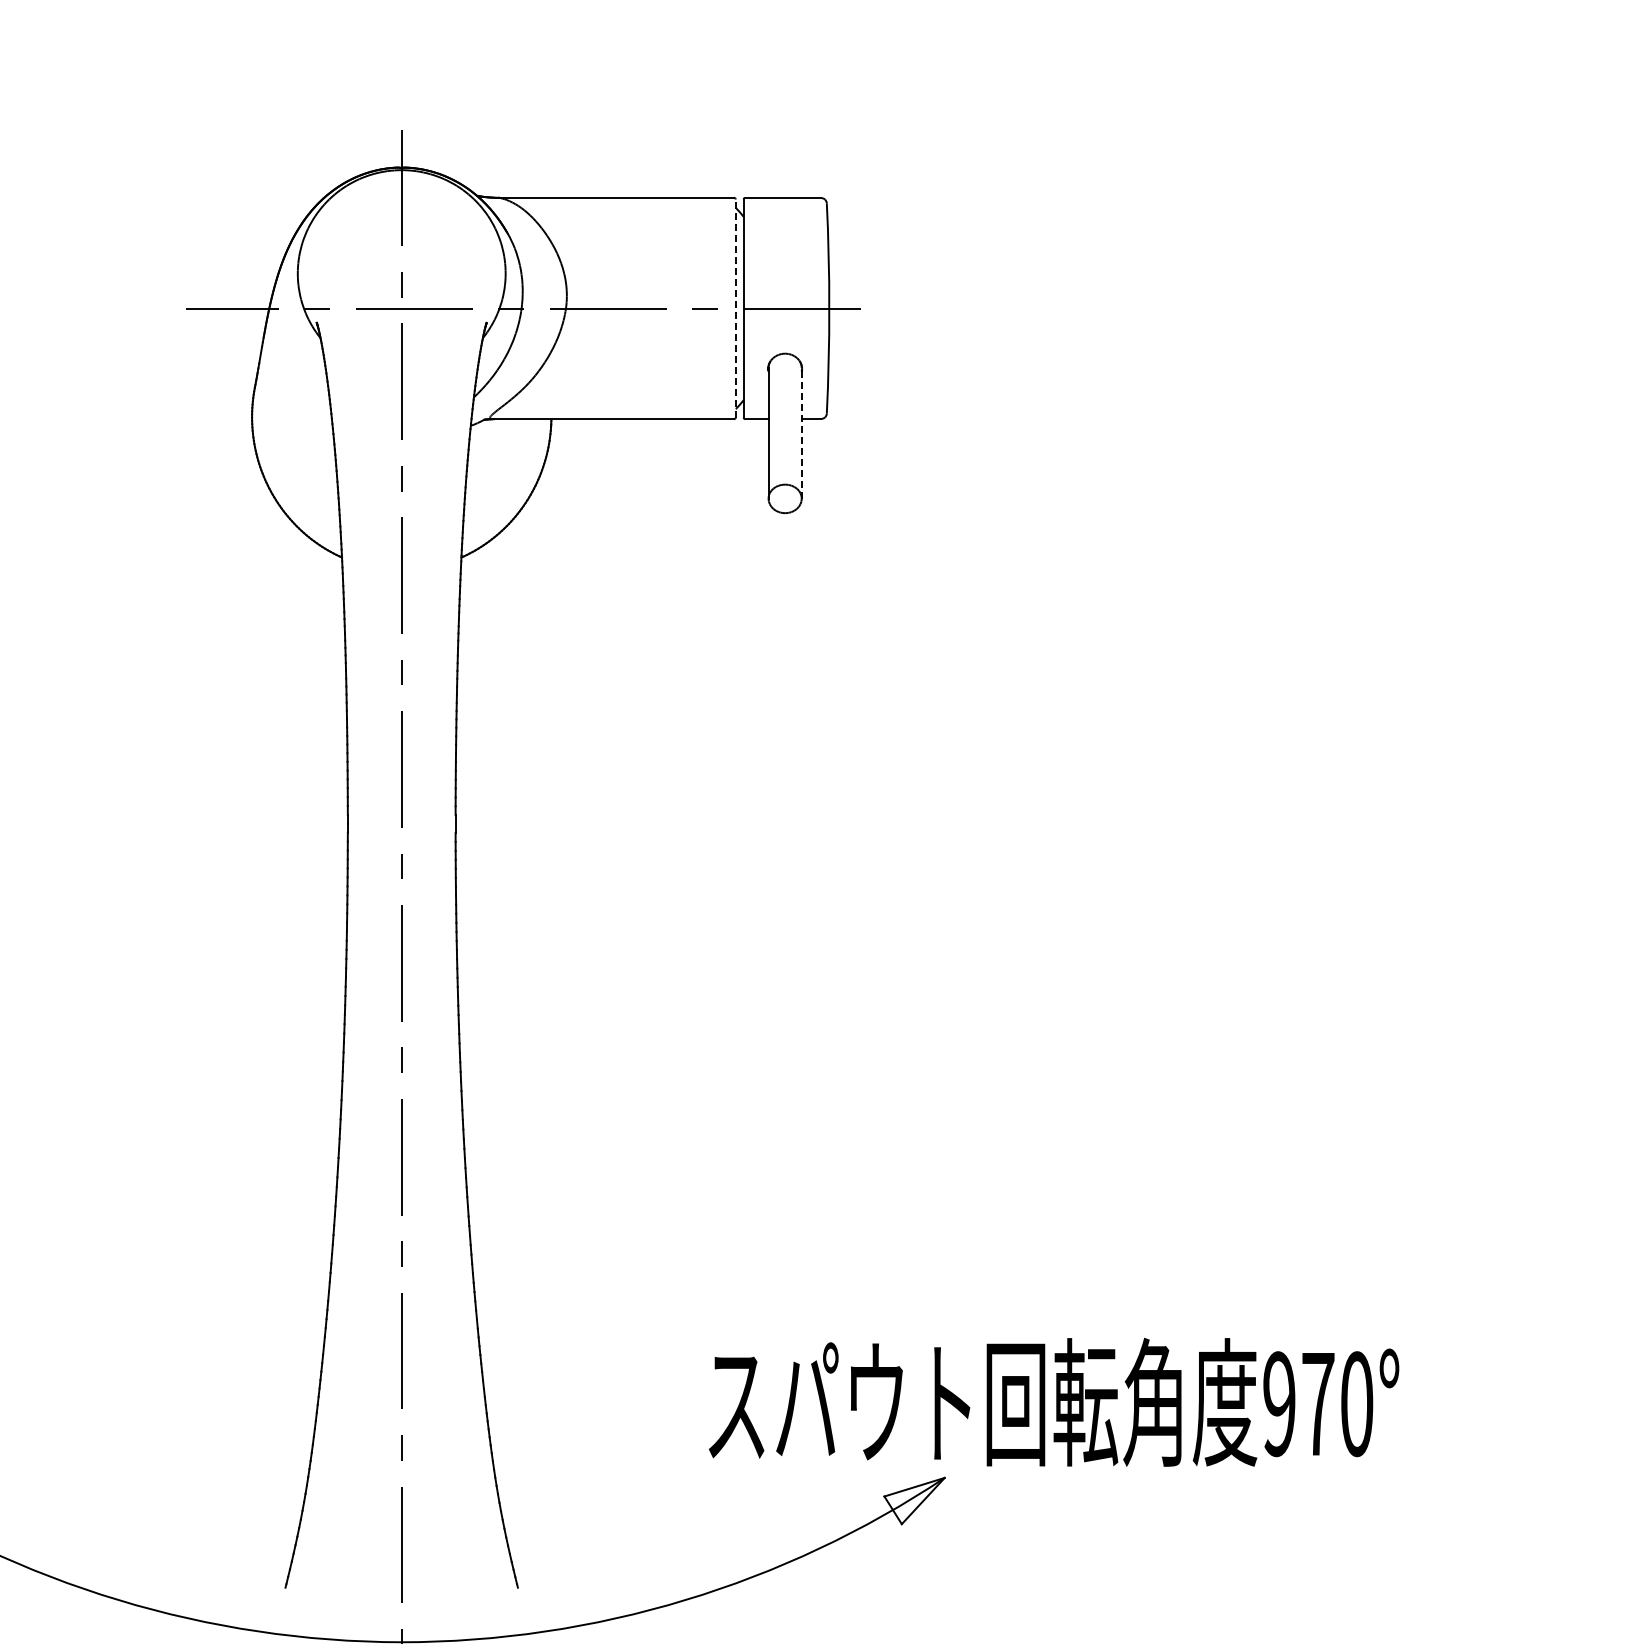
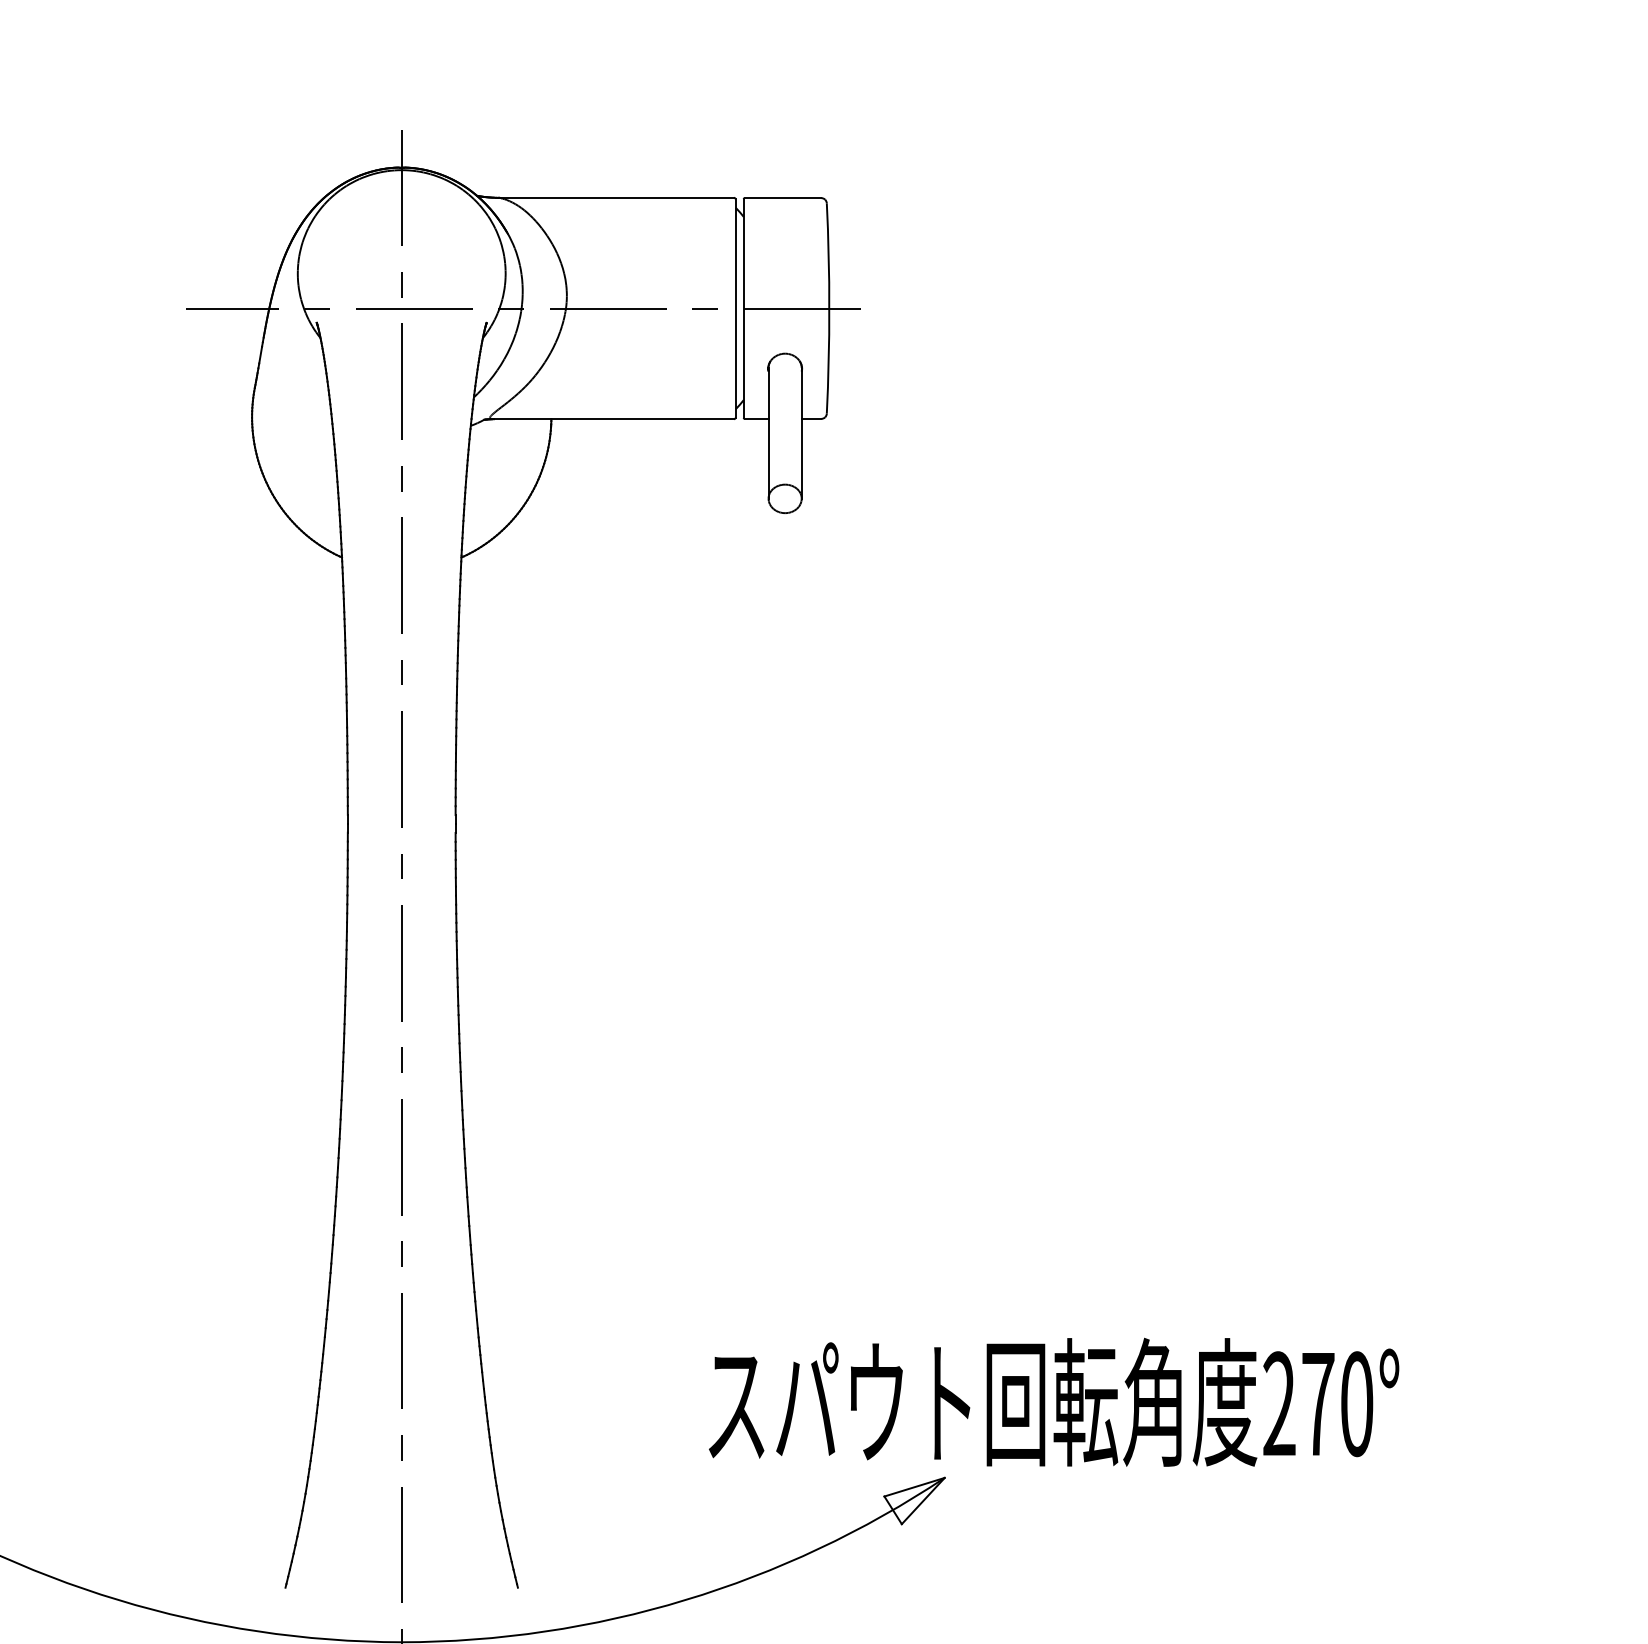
line at (735, 308): dashed -> solid
line at (801, 432): dashed -> solid
text at (1279, 1404): 970° -> 270°
